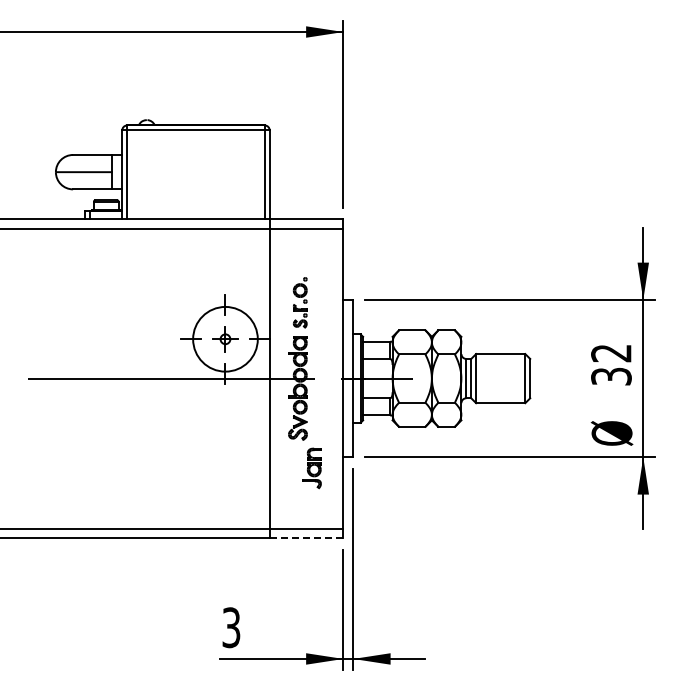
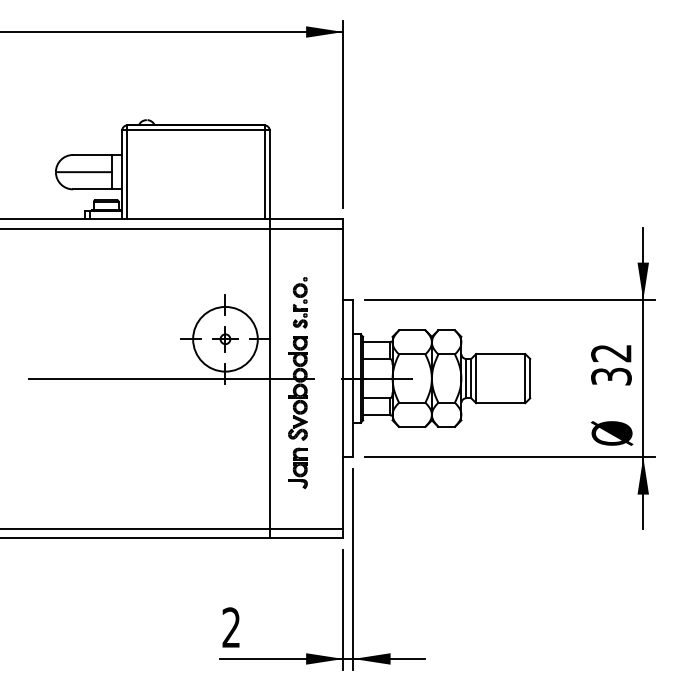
part at (311, 468) position: (311, 468) -> (297, 468)
line at (306, 538): dashed -> solid
text at (231, 627): 3 -> 2
